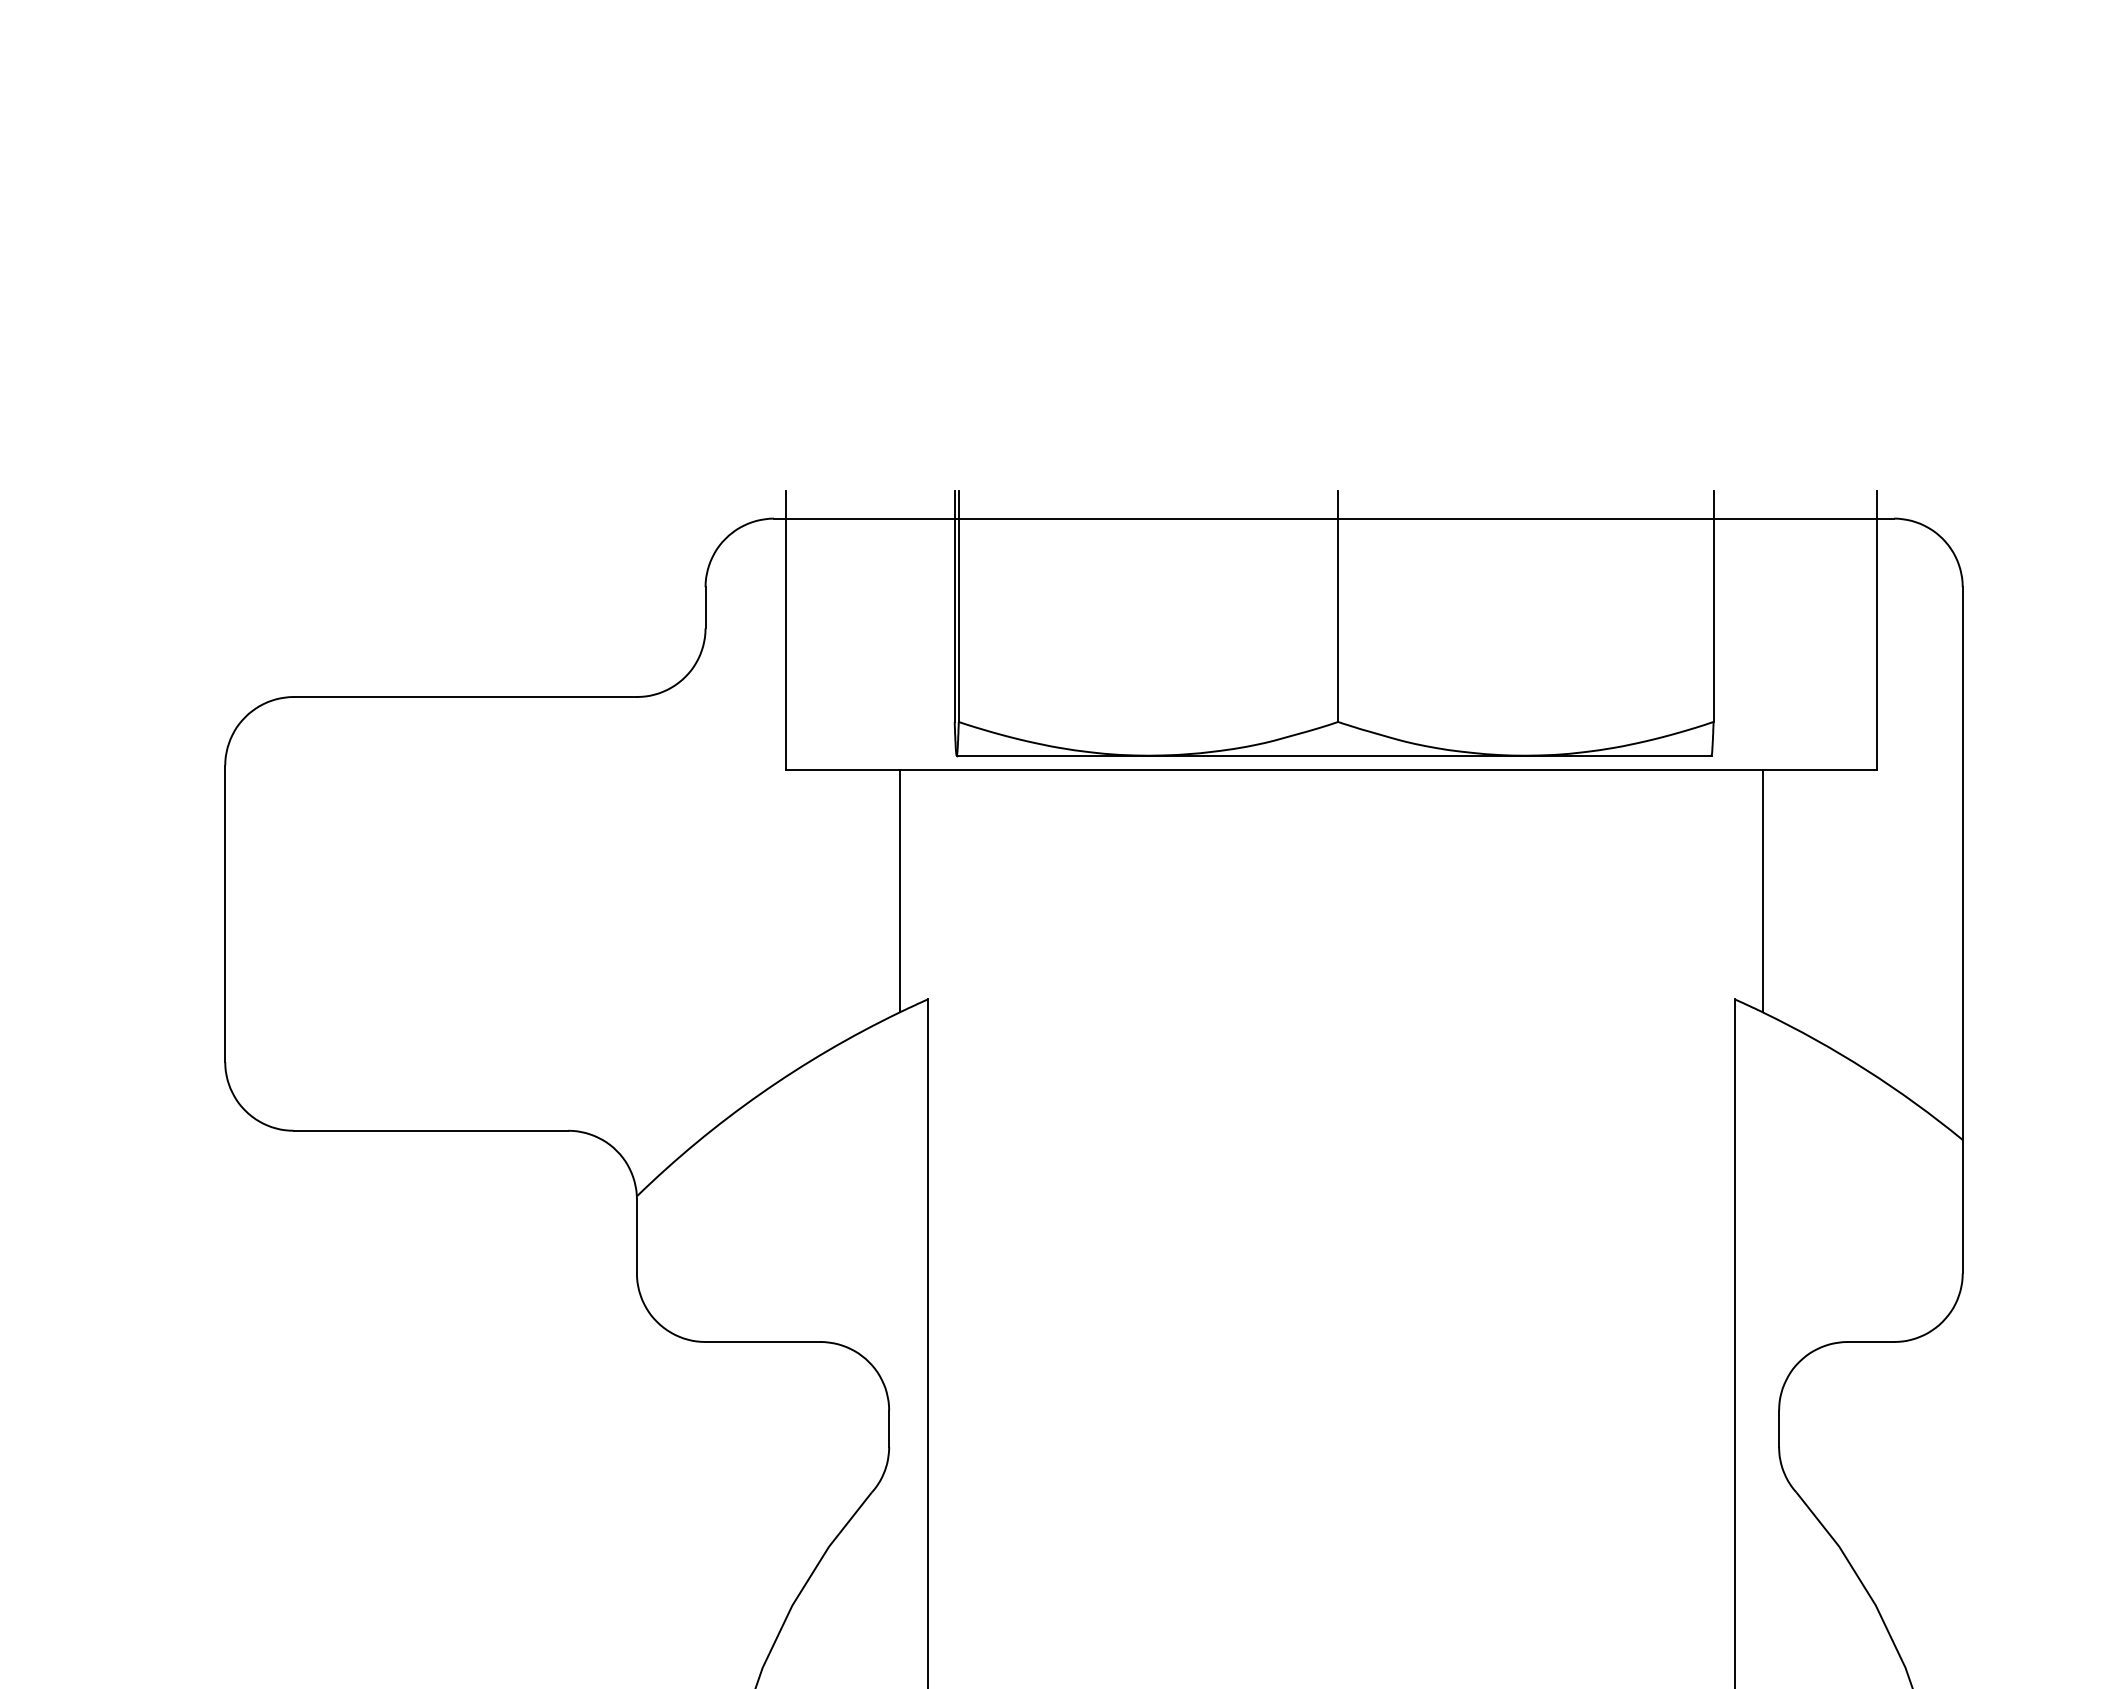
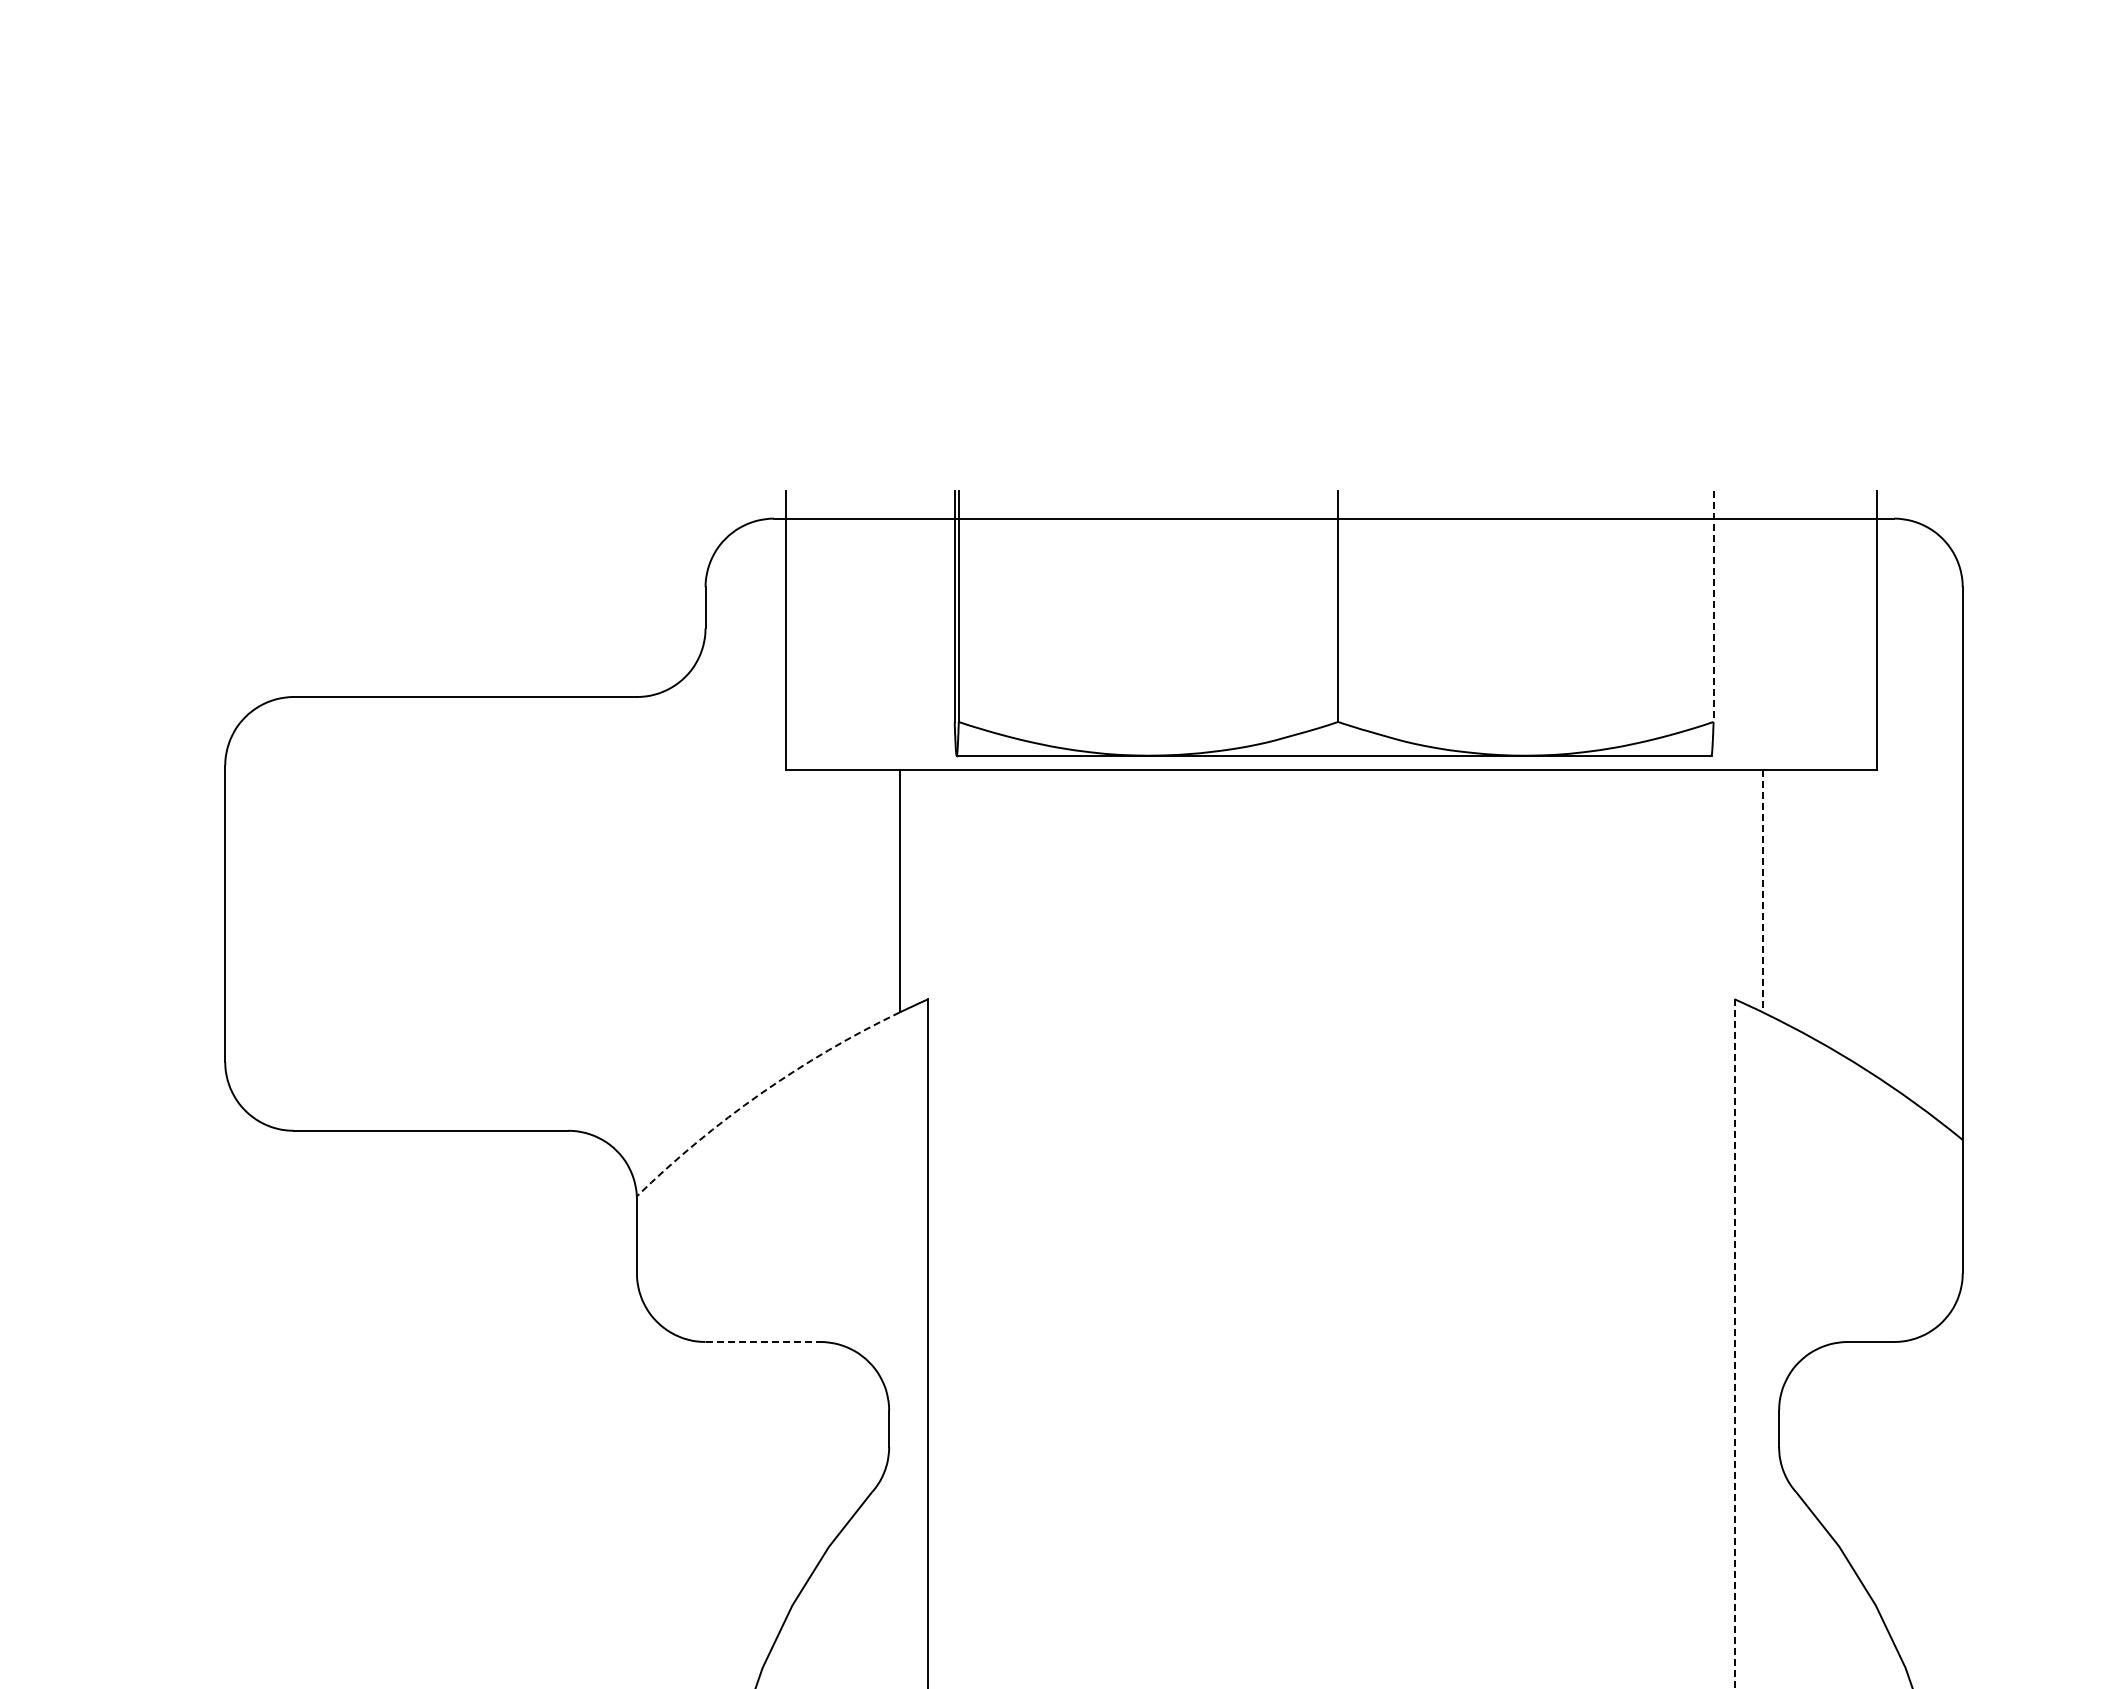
line at (1713, 607): solid -> dashed
line at (1762, 891): solid -> dashed
arc at (760, 1093): solid -> dashed
line at (763, 1341): solid -> dashed
line at (1734, 1344): solid -> dashed
